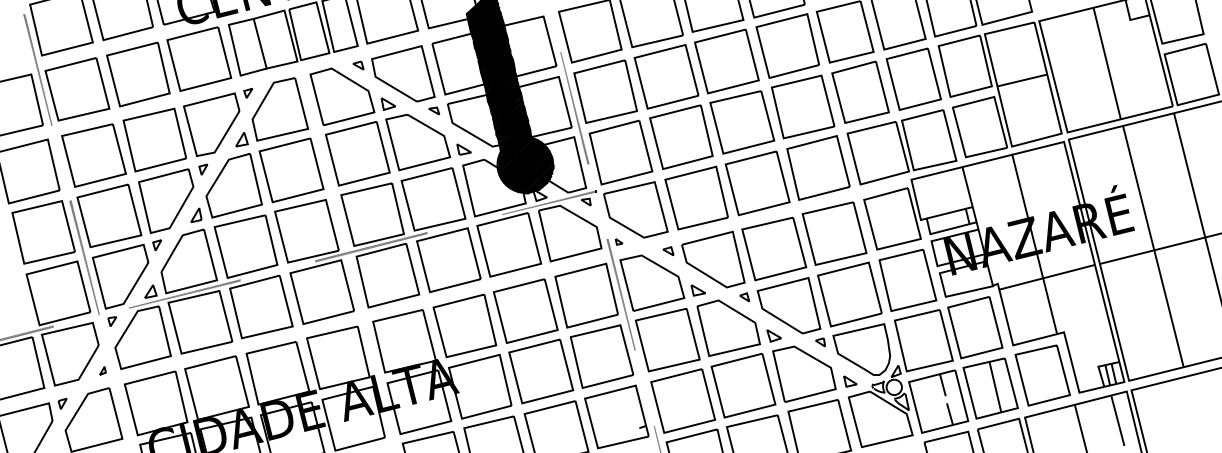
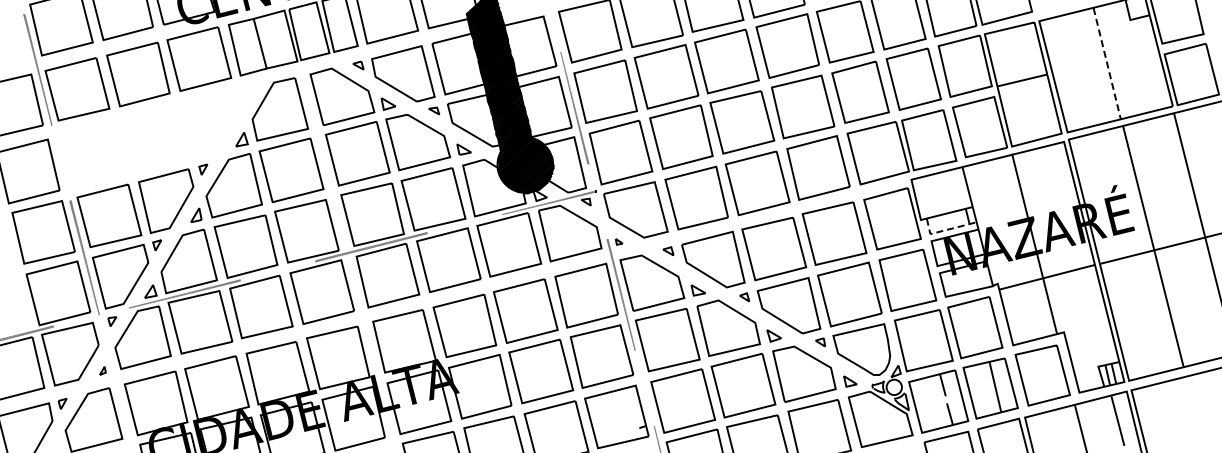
line at (1107, 64): solid -> dashed
part at (157, 137): present -> none
line at (945, 230): solid -> dashed
